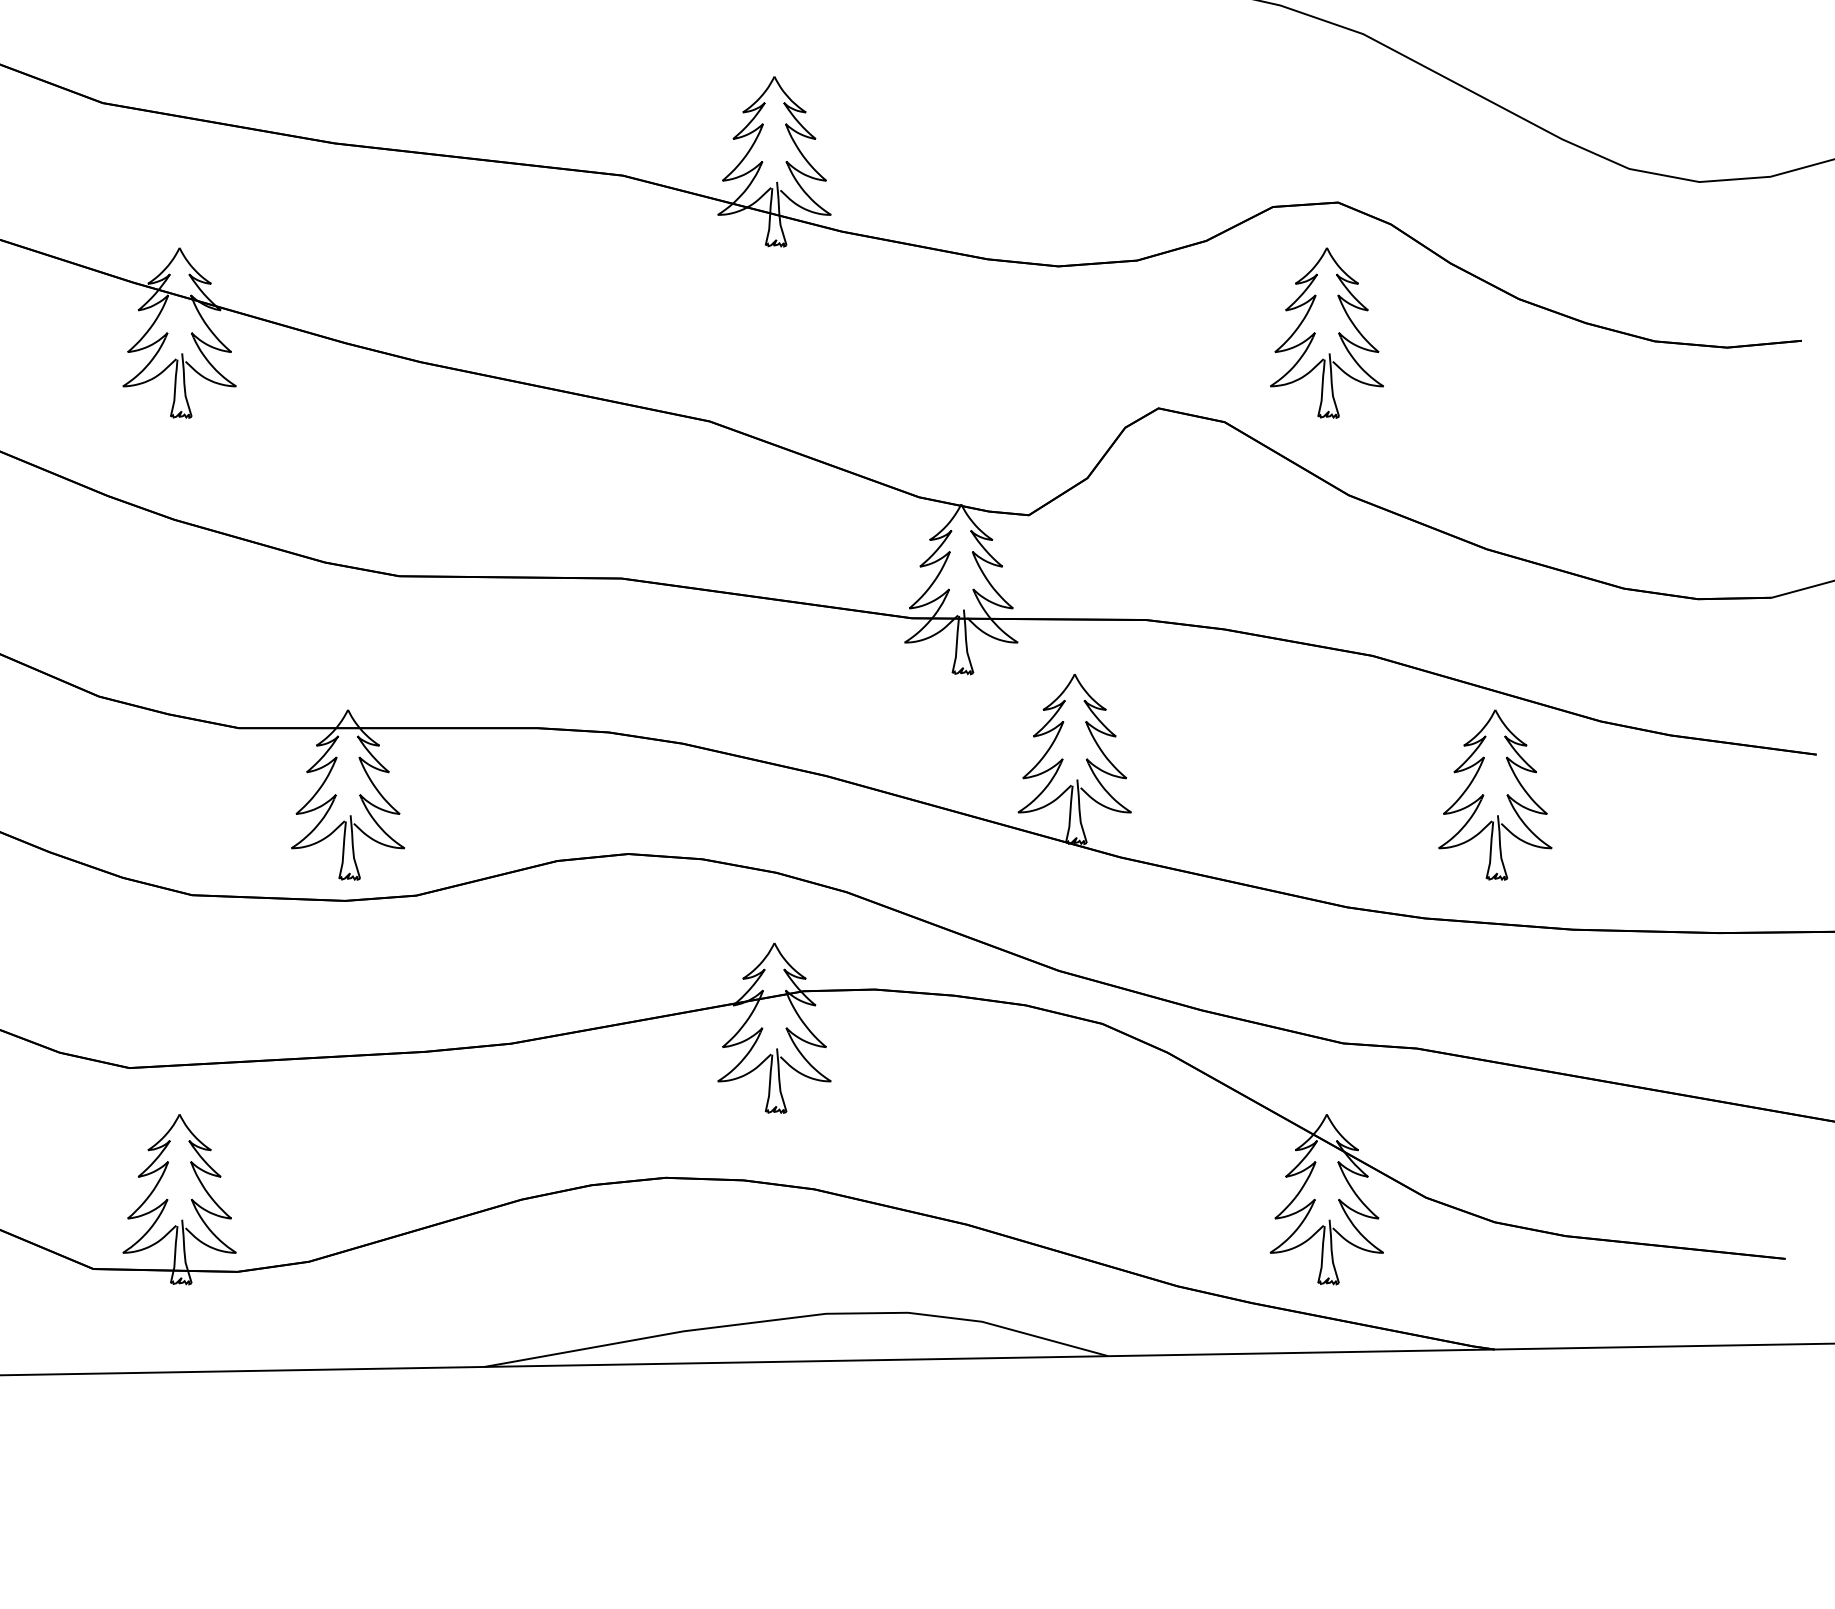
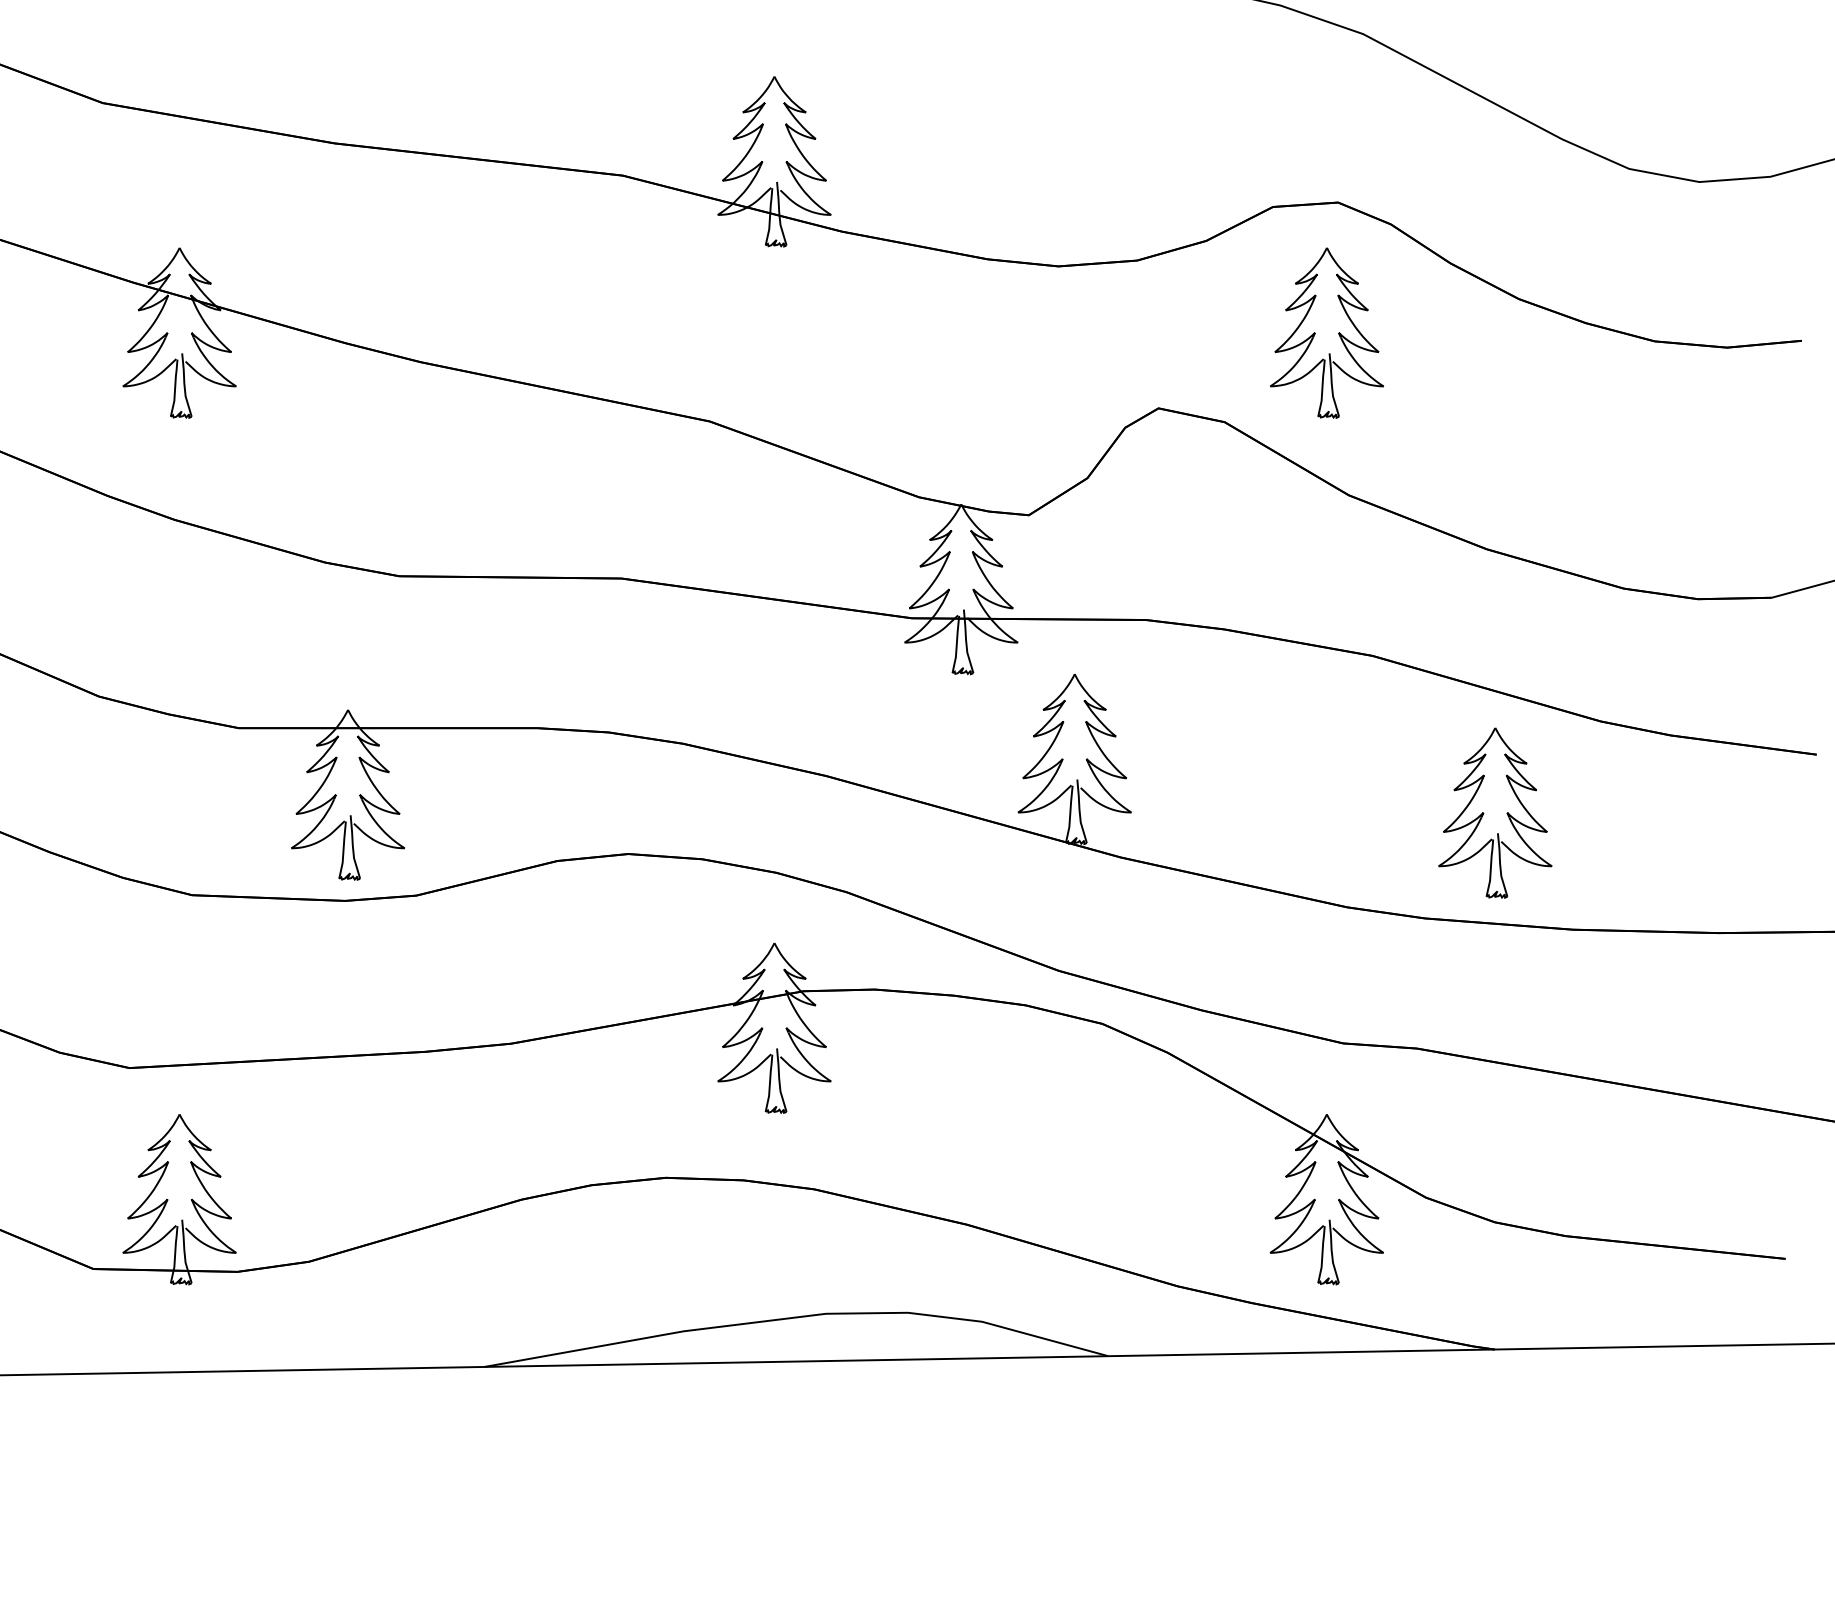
part at (1484, 795) position: (1484, 795) -> (1484, 813)
